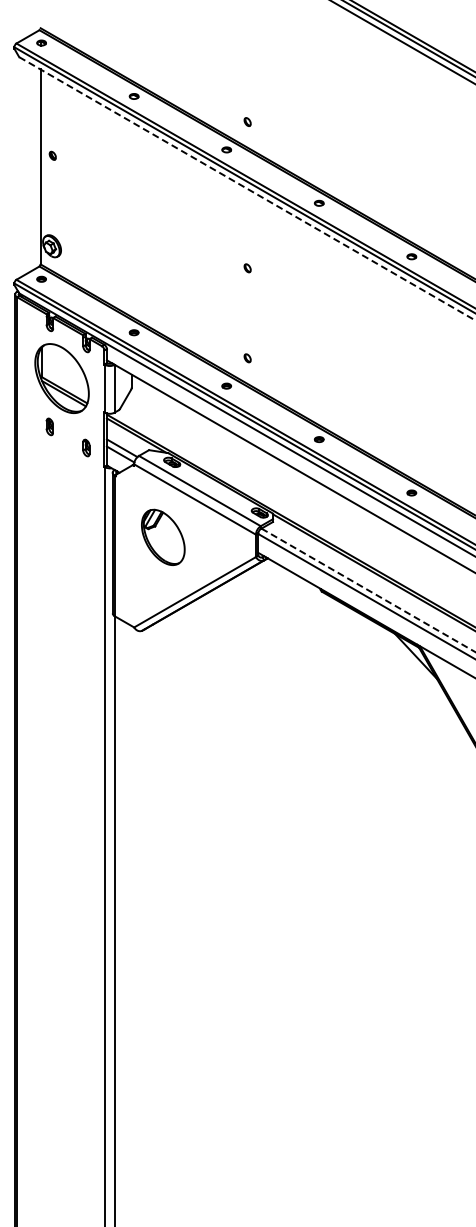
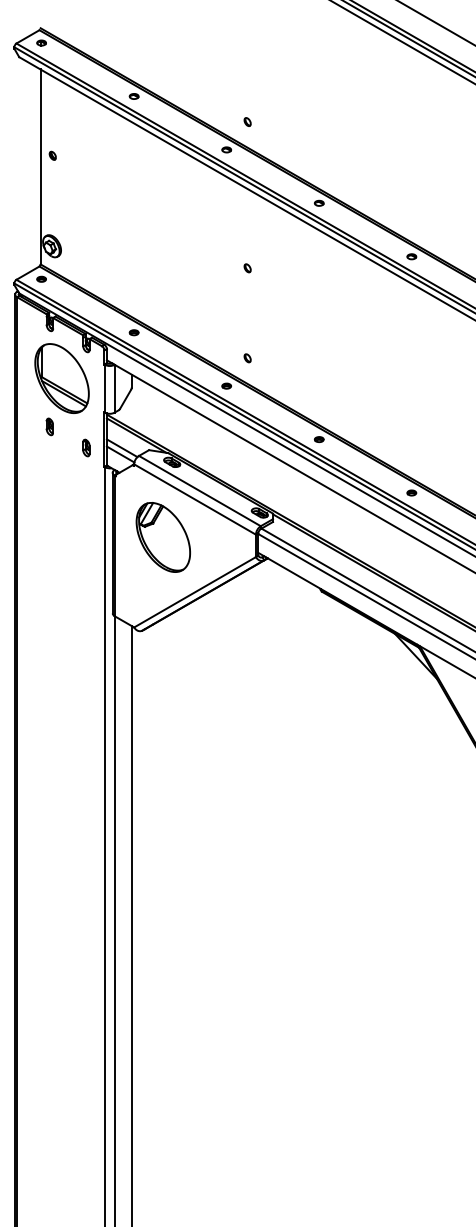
line at (436, 23): none -> present
line at (247, 189): dashed -> solid
part at (163, 536) size: 45x58 px -> 56x71 px
line at (368, 590): dashed -> solid
line at (131, 924): none -> present
